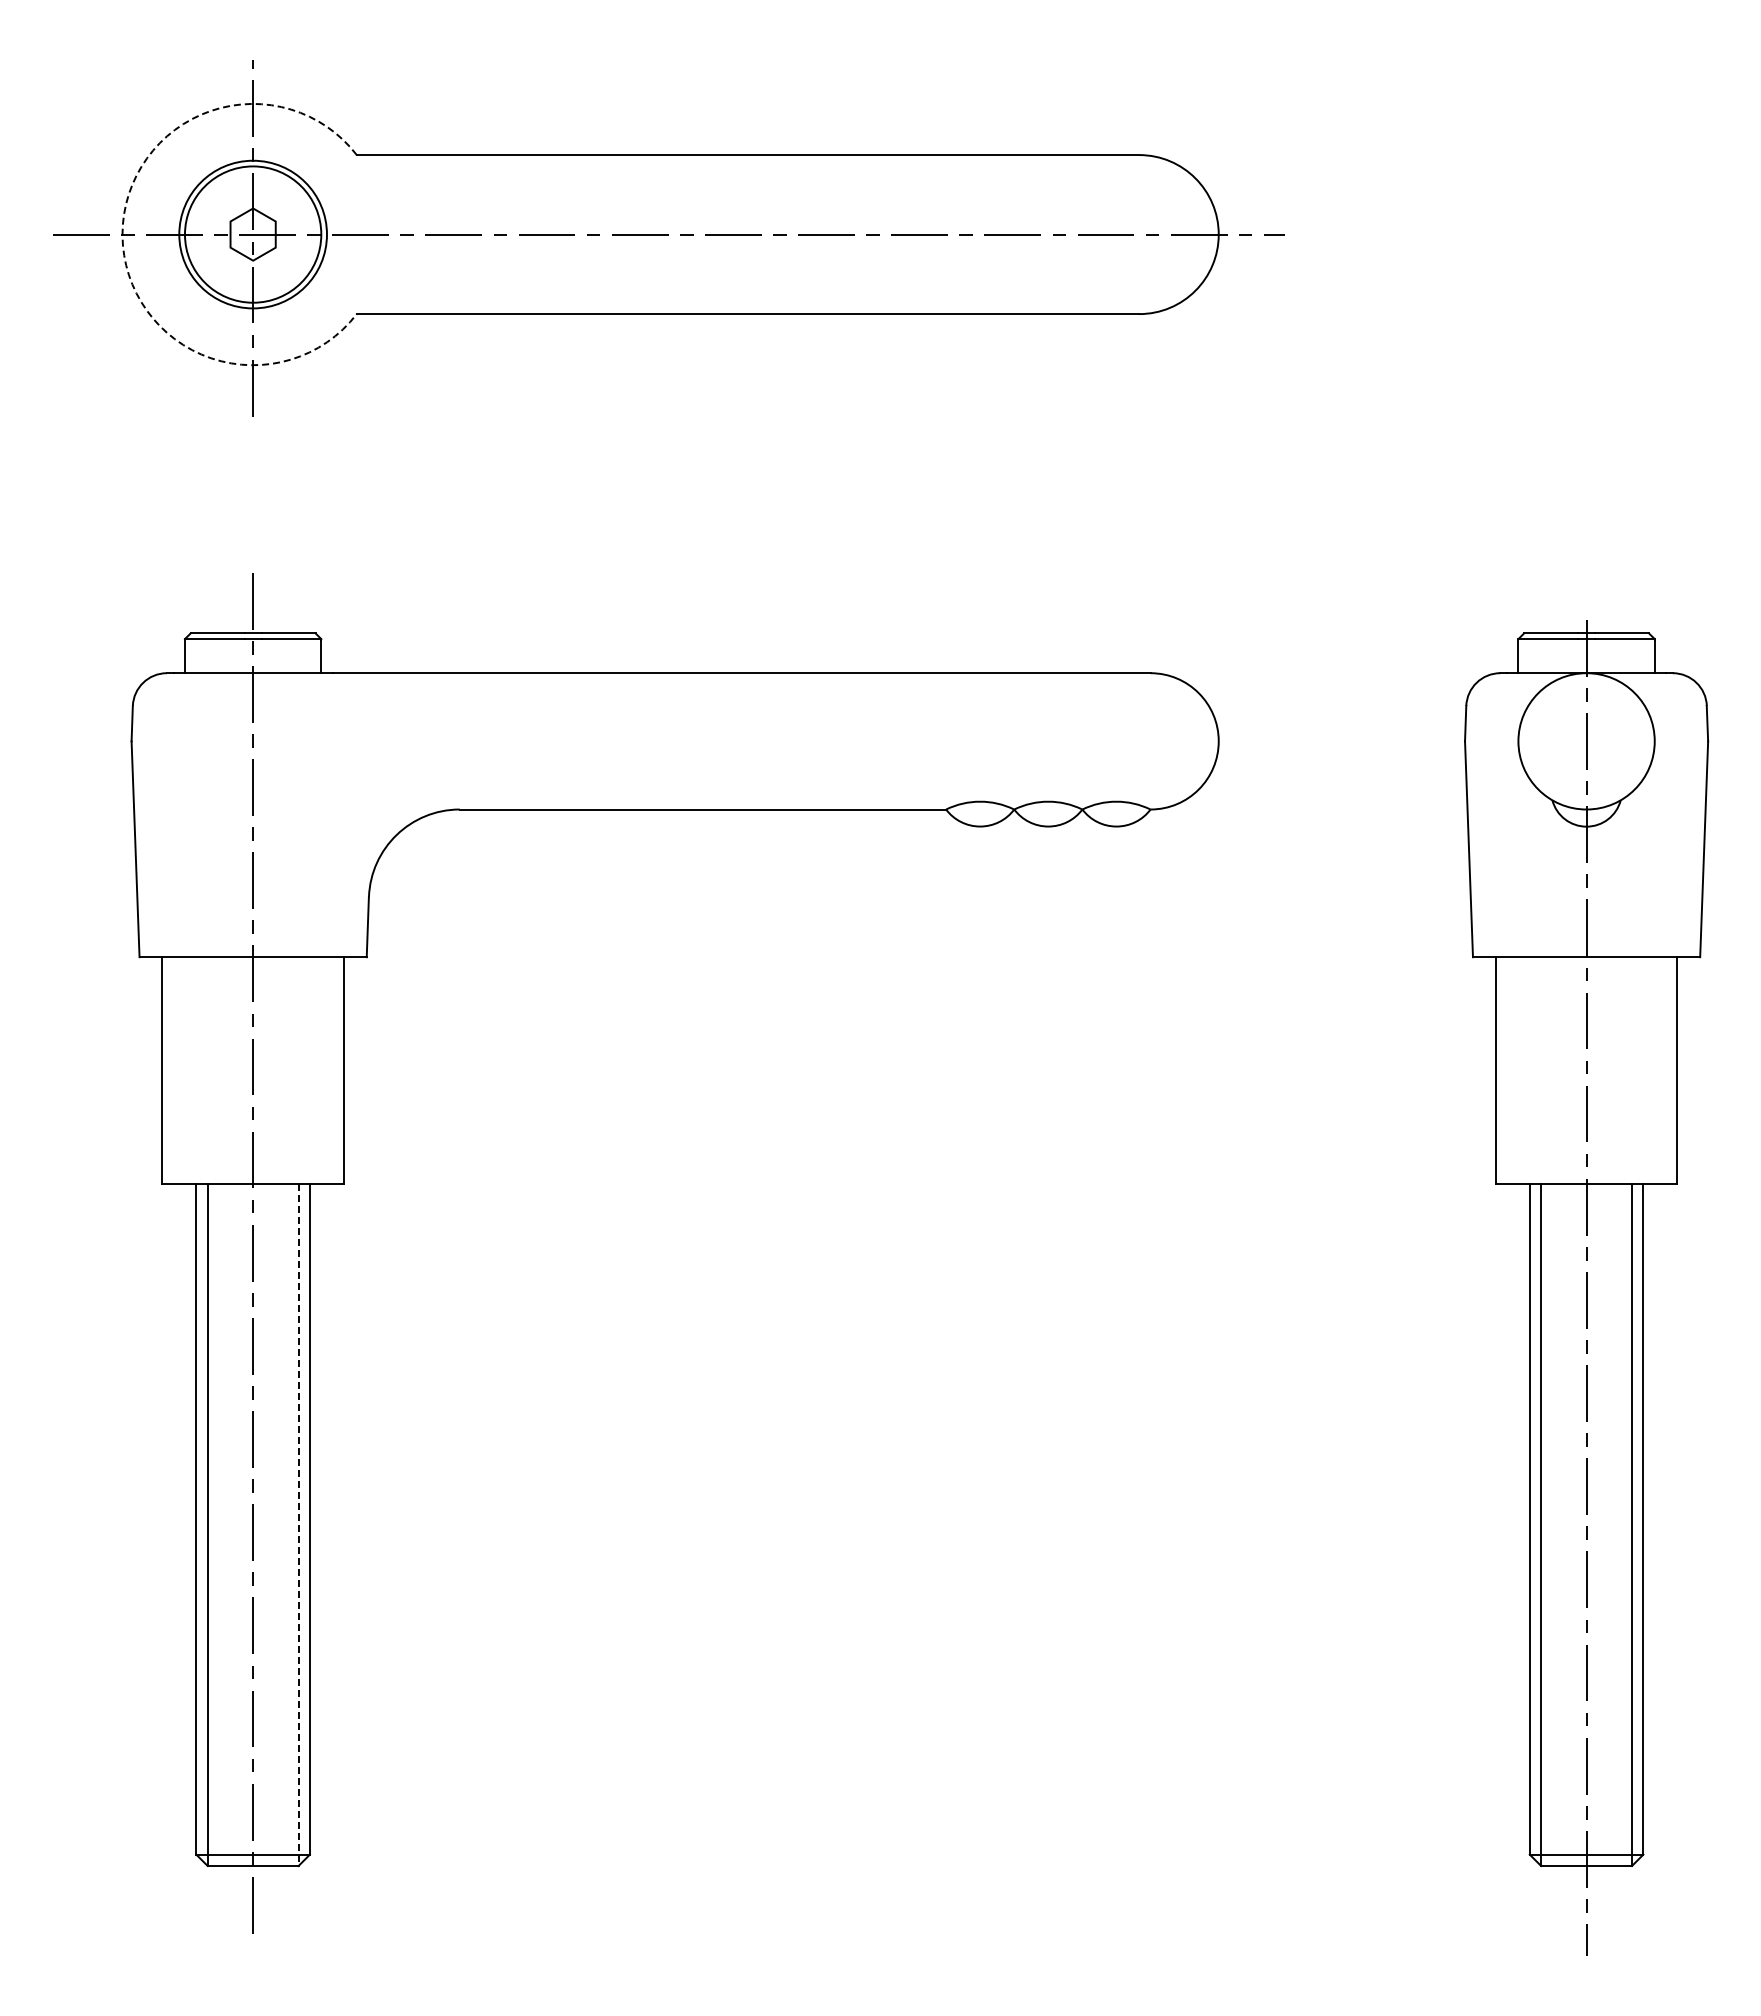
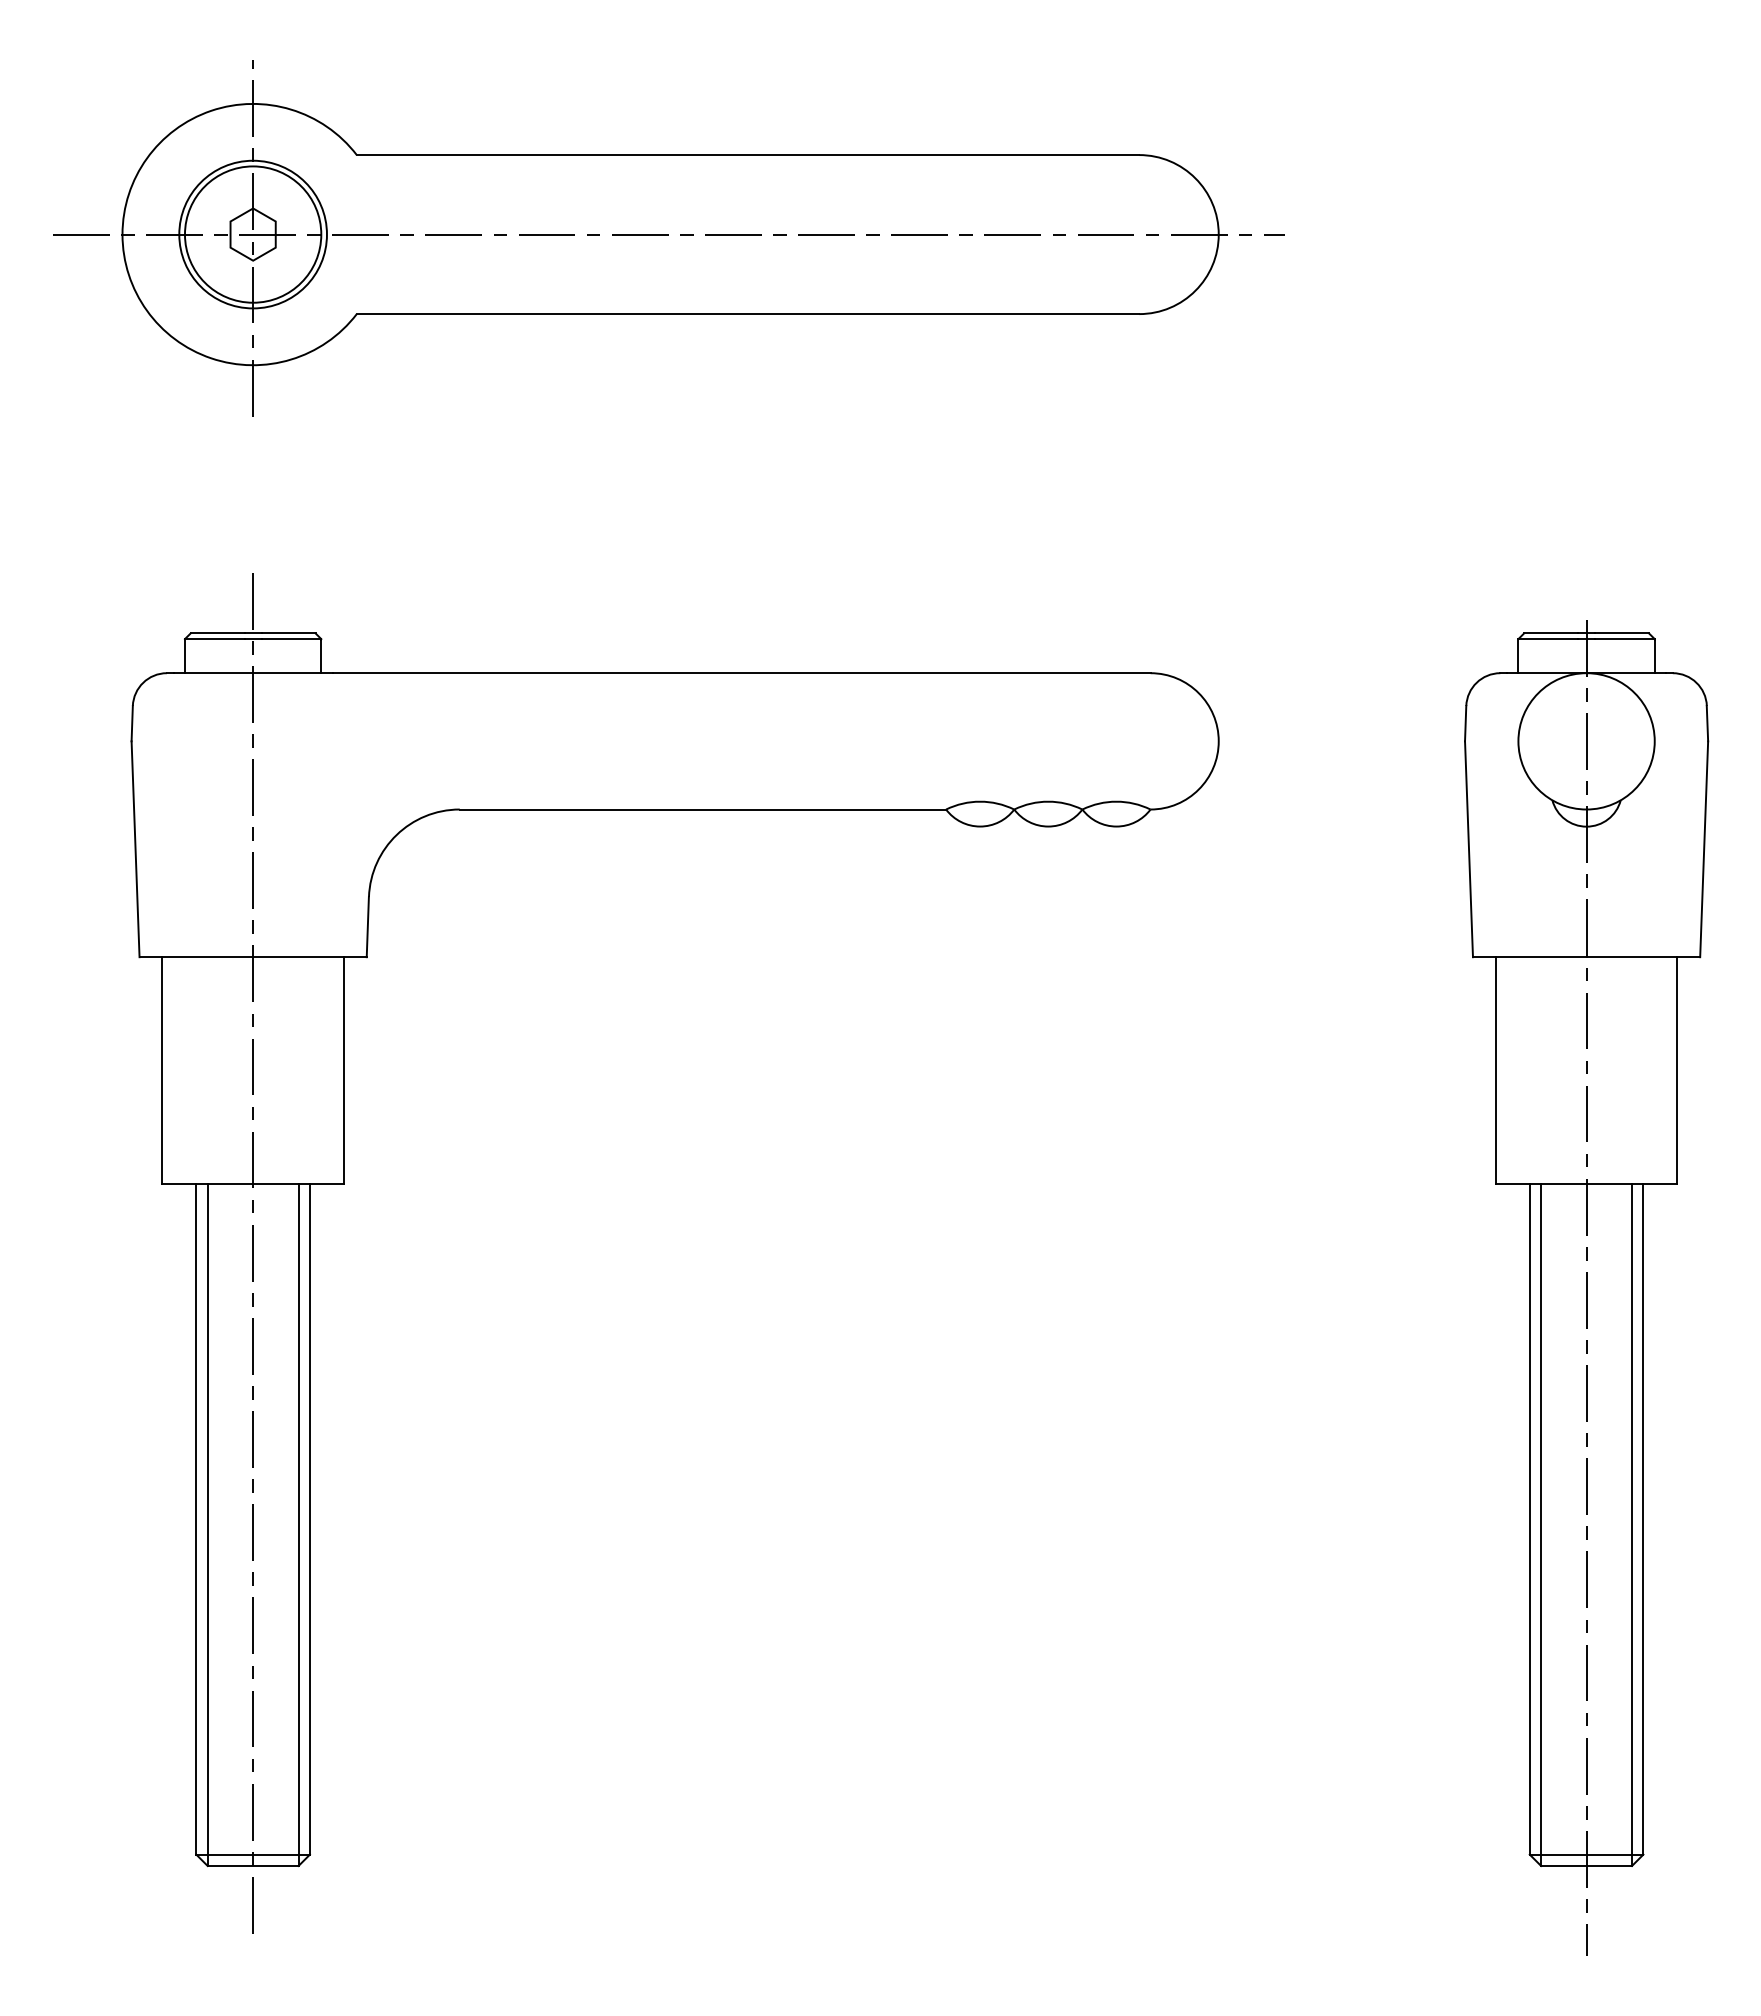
arc at (122, 234): dashed -> solid
line at (298, 1525): dashed -> solid
